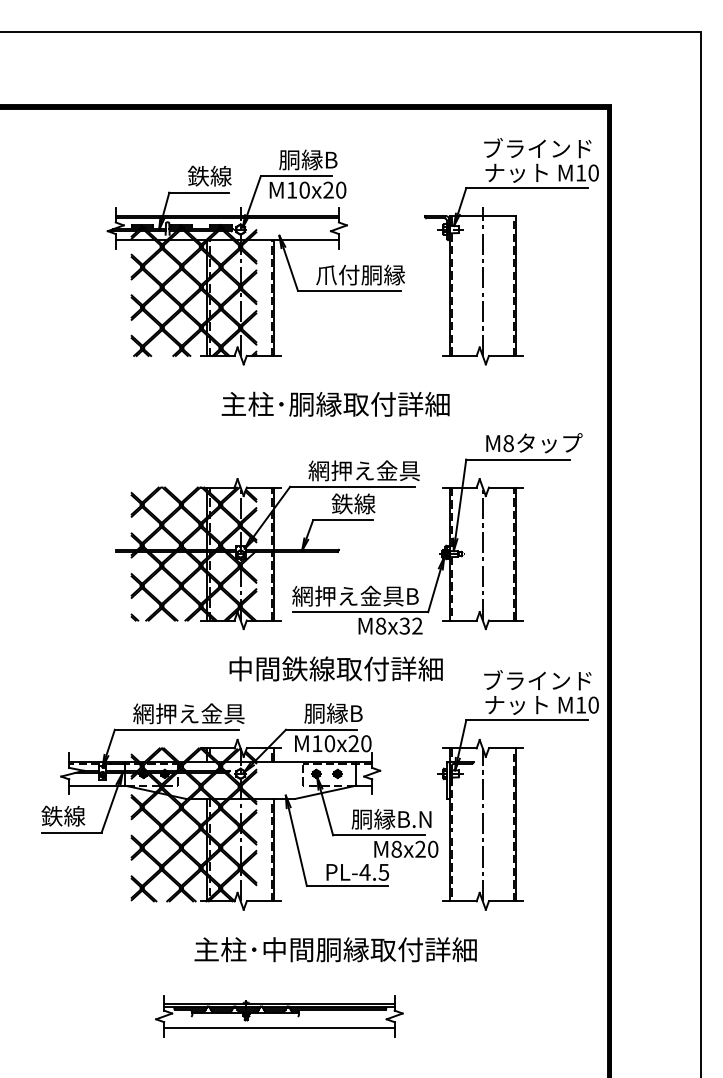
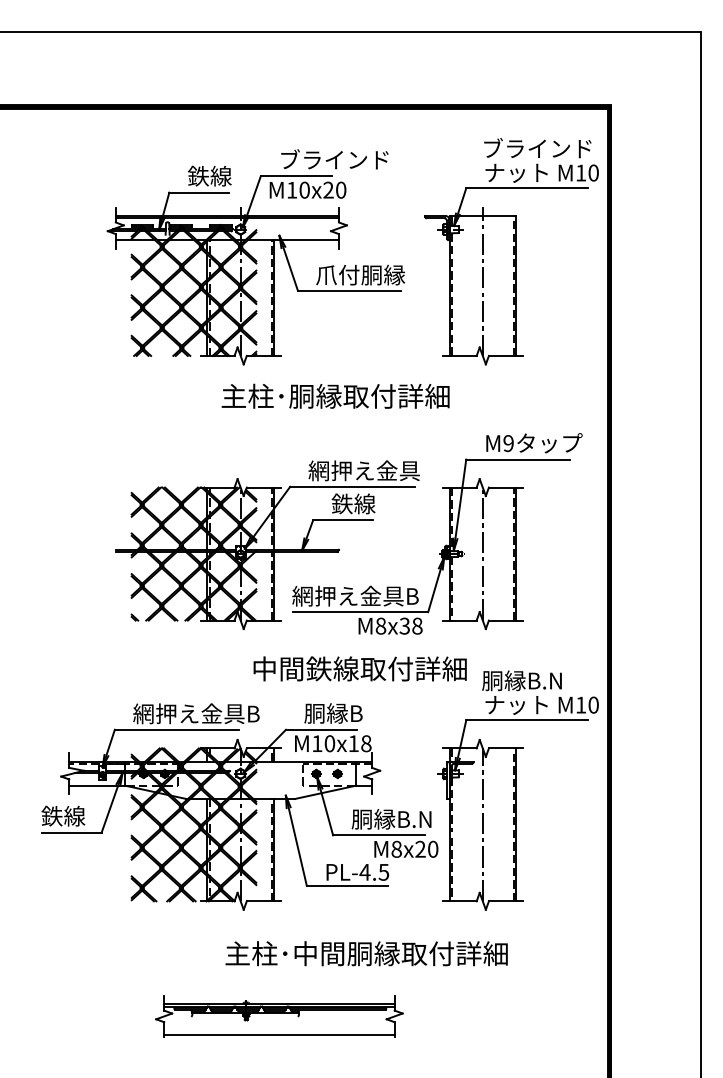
text at (333, 159): 胴縁B -> ブラインド
text at (335, 403) position: (335, 403) -> (335, 395)
text at (508, 443): M8 -> M9
text at (417, 625): M8x32 -> M8x38
text at (335, 668) position: (335, 668) -> (359, 668)
text at (536, 680): ブラインド -> 胴縁B.N
text at (253, 713): 網押え金具 -> 網押え金具B
text at (359, 743): M10x20 -> M10x18
text at (335, 949) position: (335, 949) -> (366, 953)
line at (279, 1028) position: (279, 1028) -> (279, 1035)
